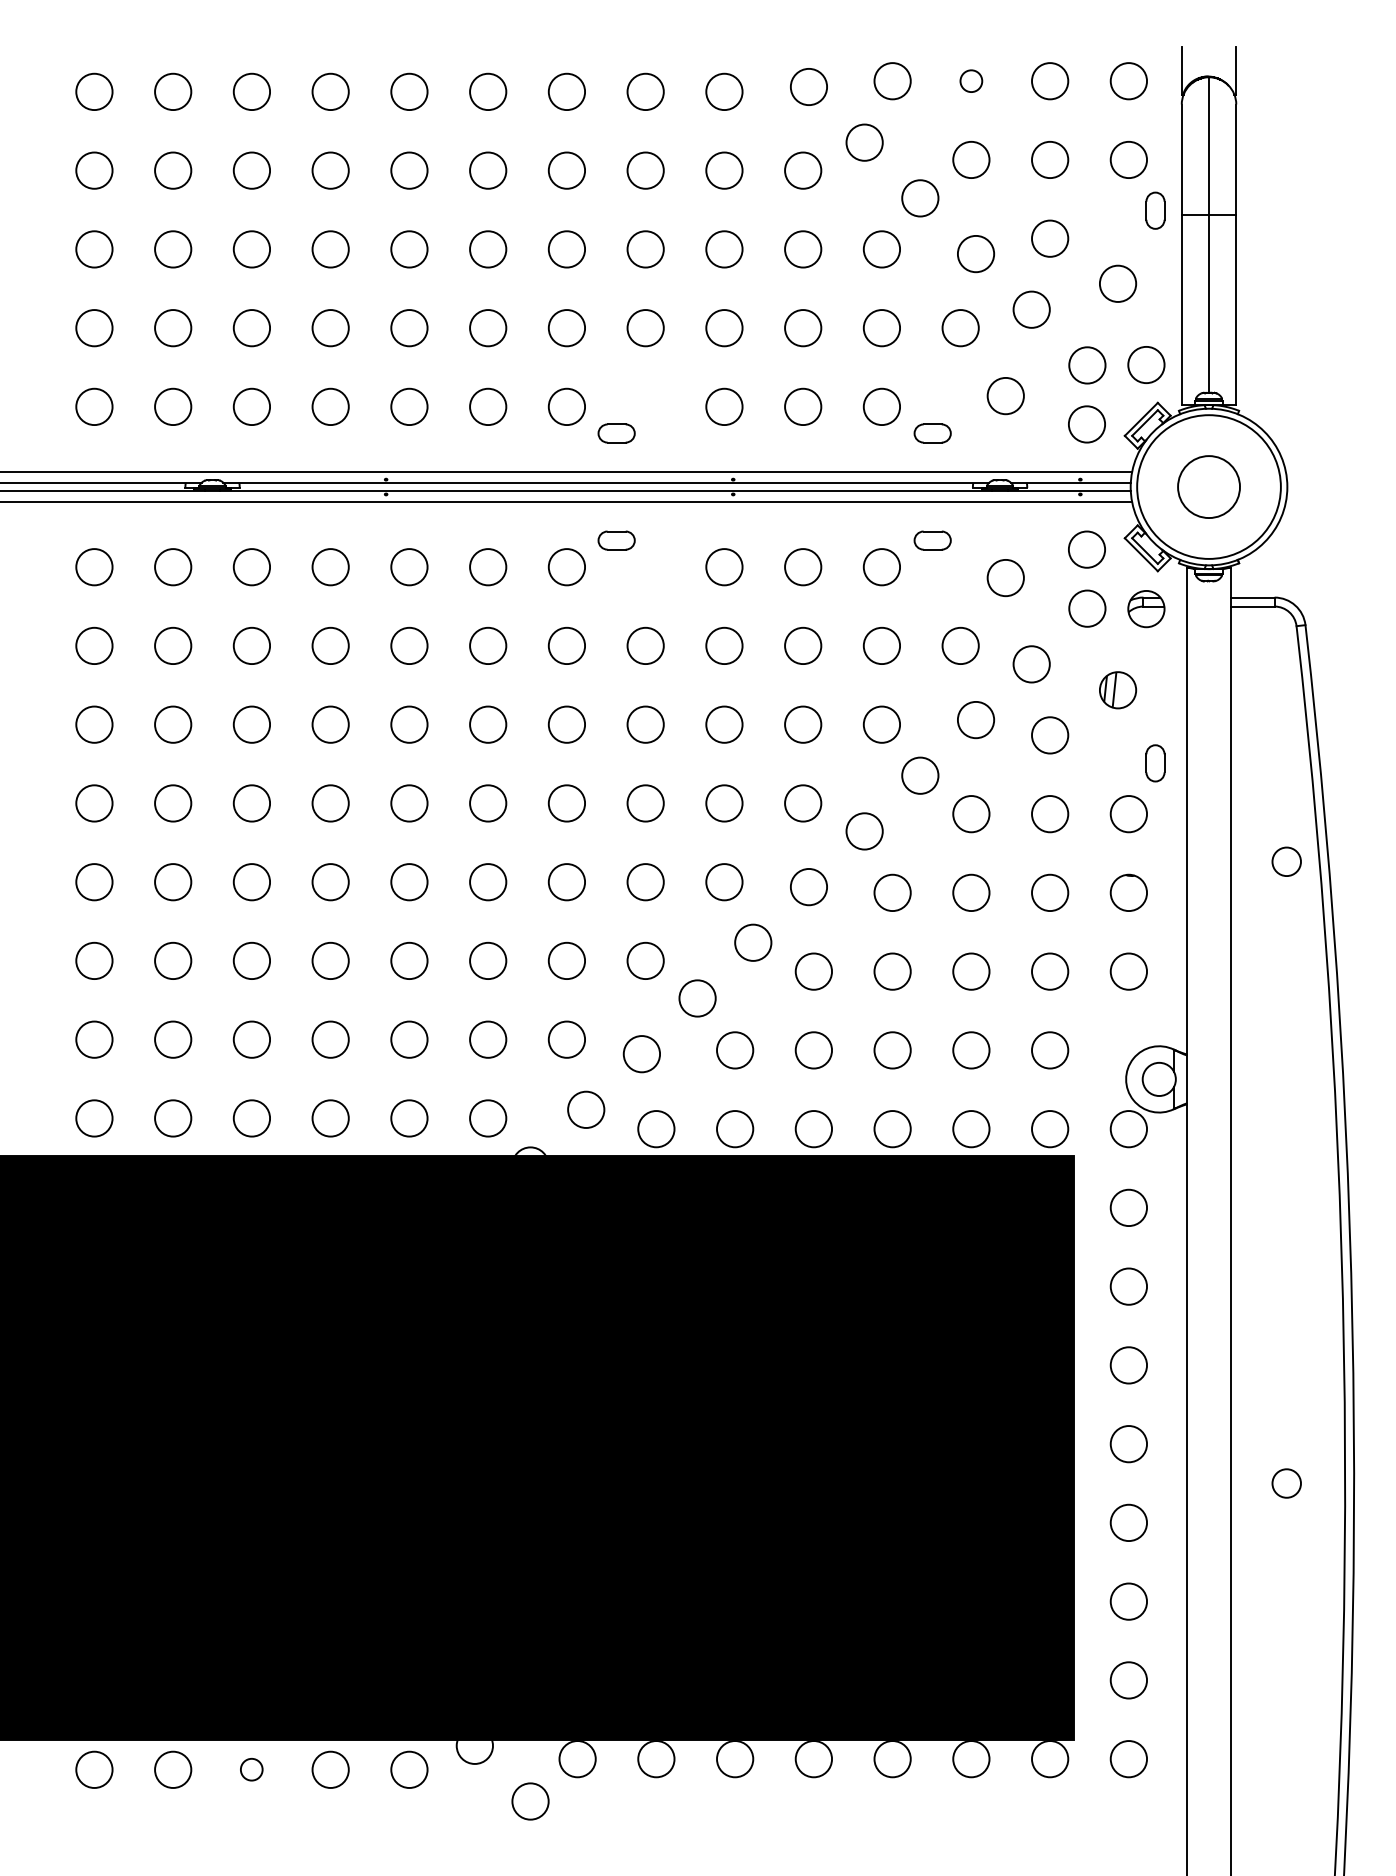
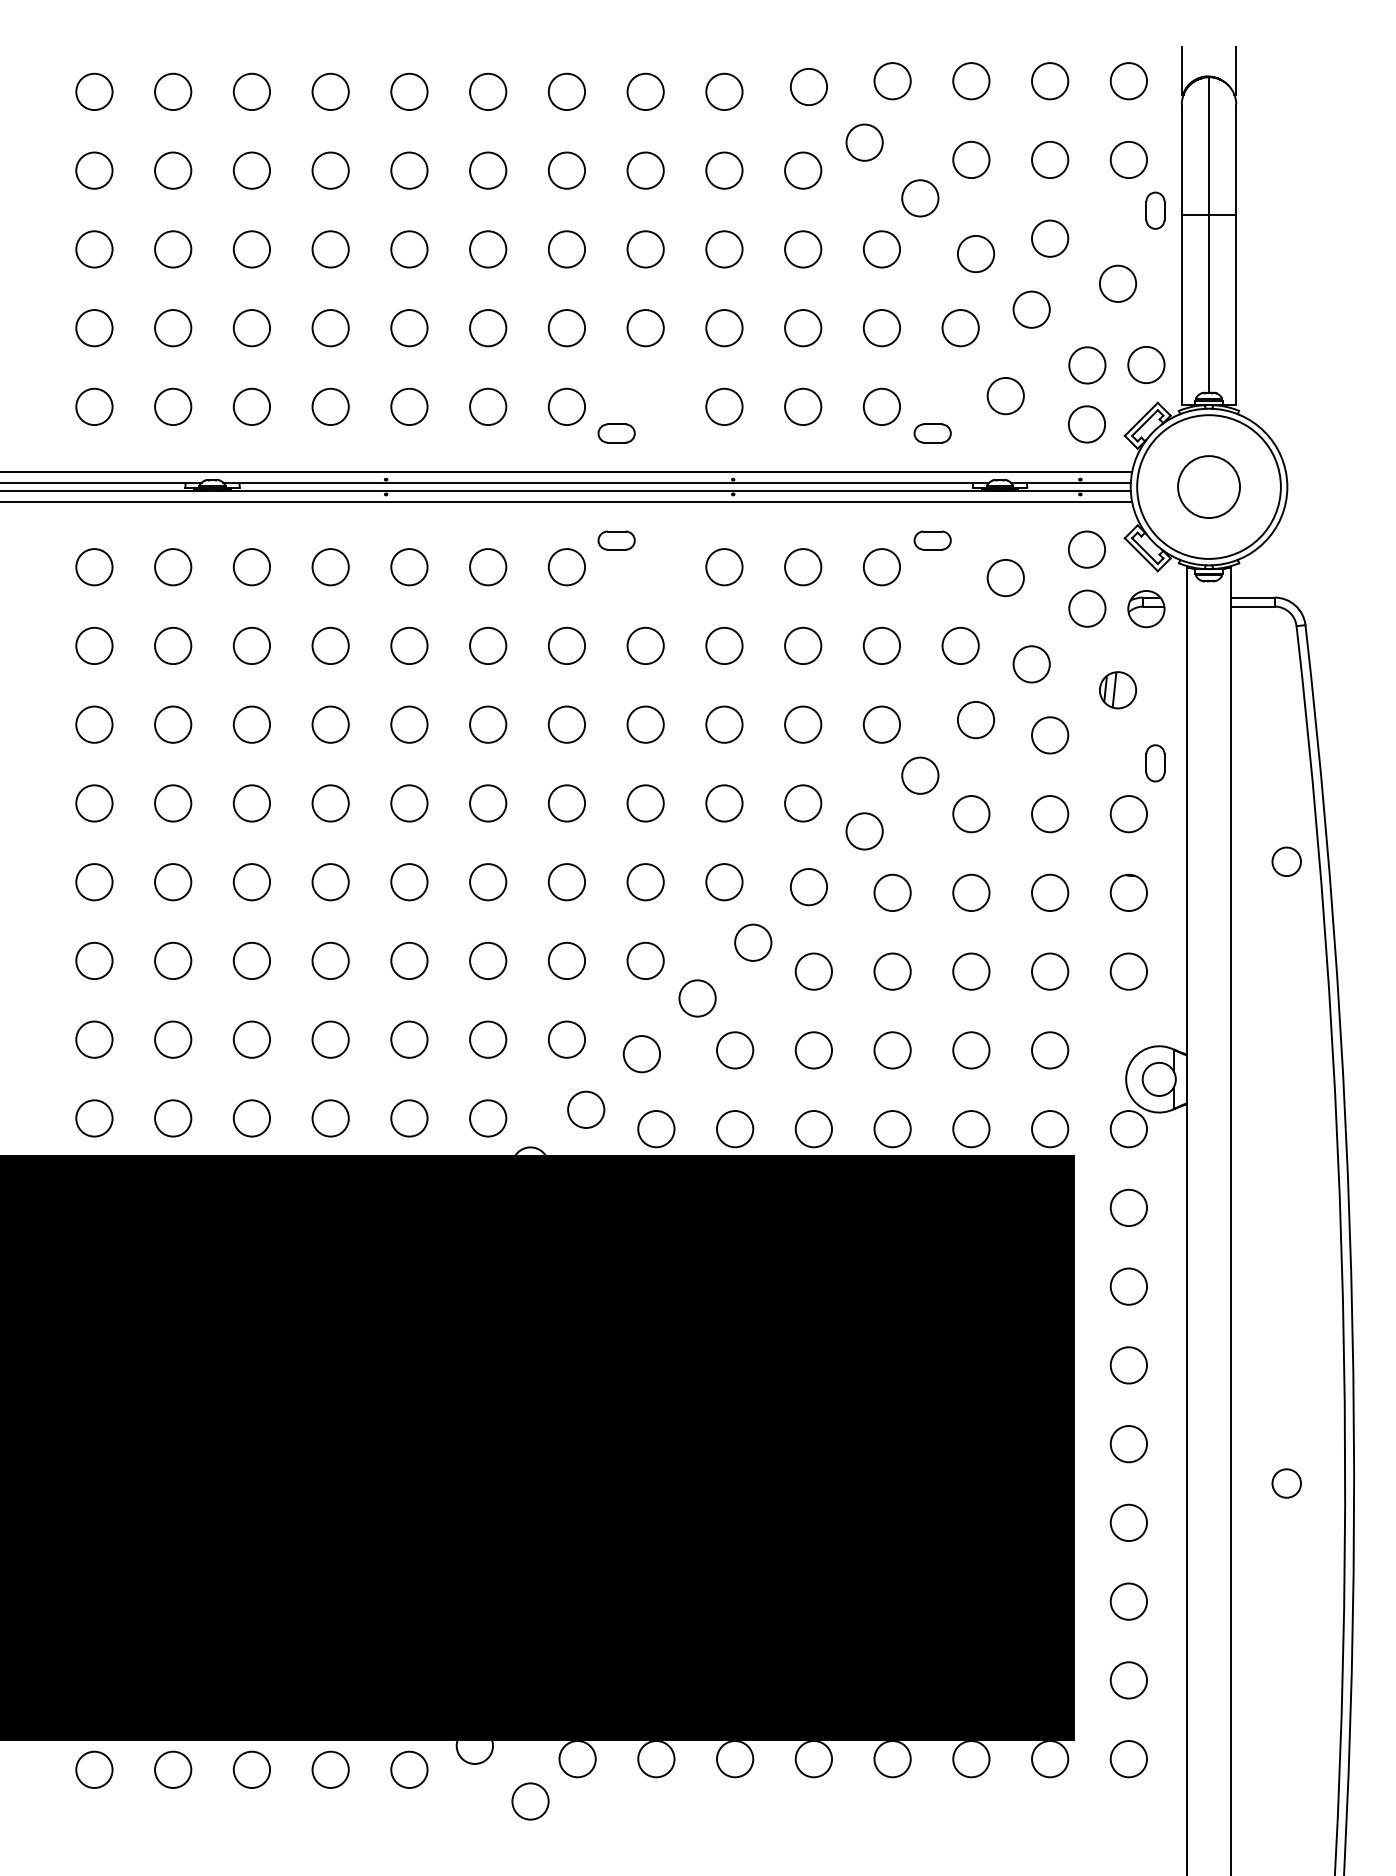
circle at (971, 81) diameter: 22 px -> 36 px
circle at (251, 1769) size: 24x24 px -> 39x39 px
